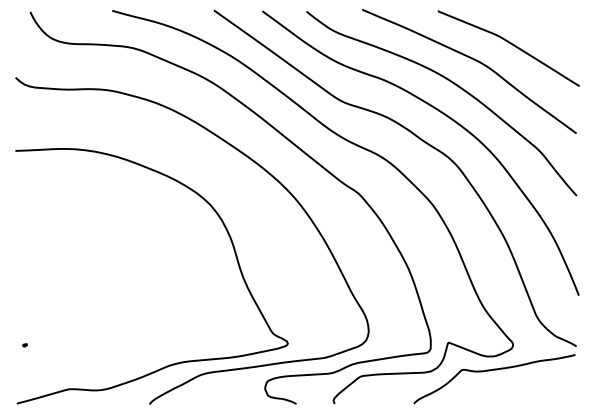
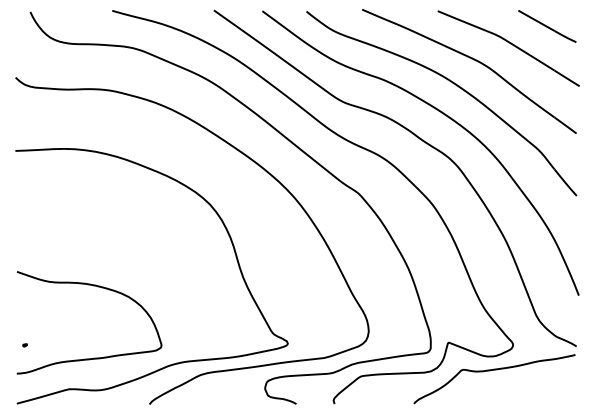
line at (547, 26): none -> present
curve at (94, 357): none -> present
